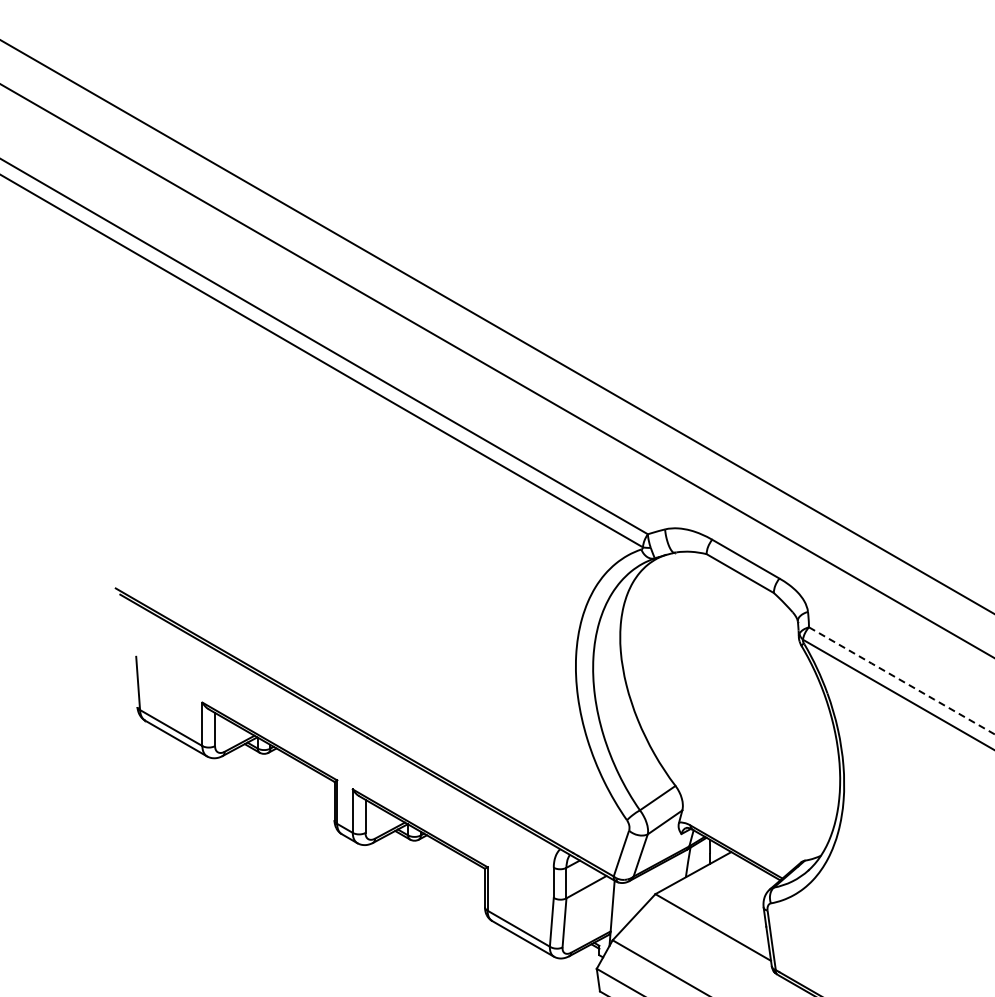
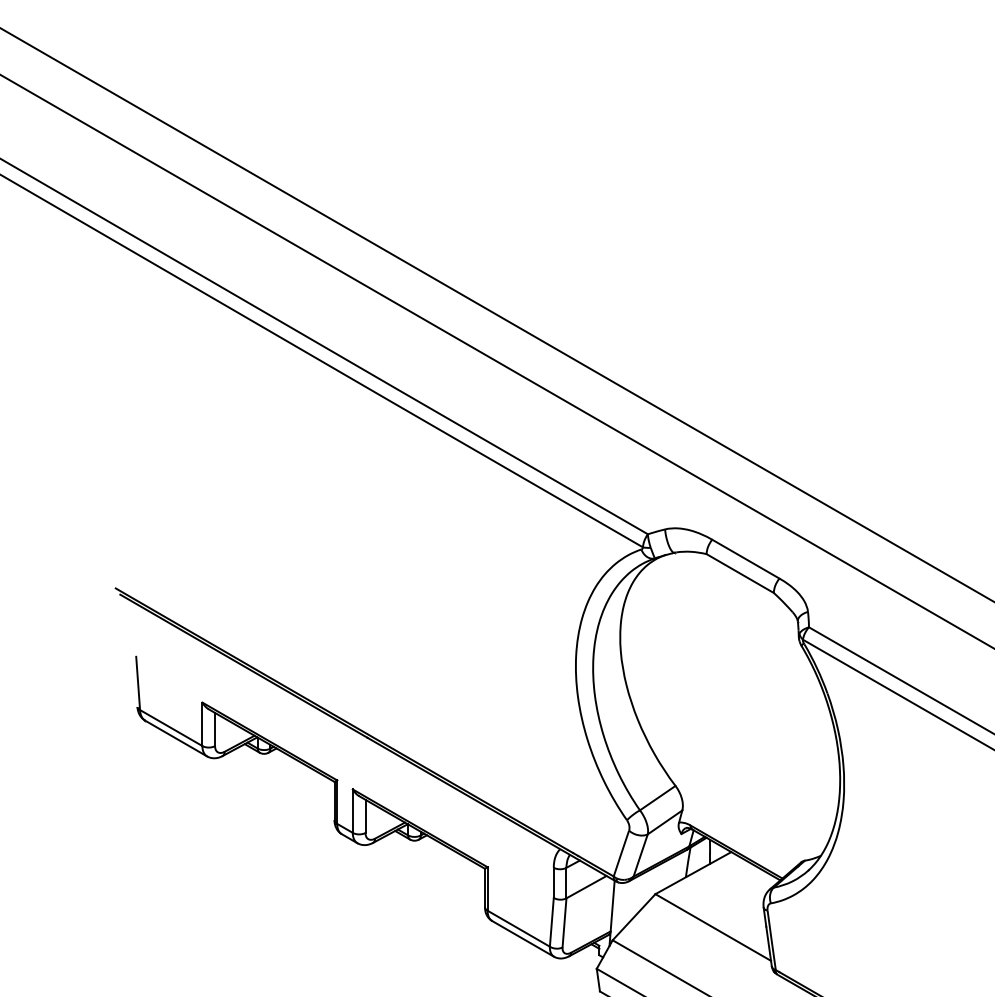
line at (496, 326) position: (496, 326) -> (496, 314)
line at (496, 370) position: (496, 370) -> (496, 361)
arc at (902, 681): dashed -> solid
